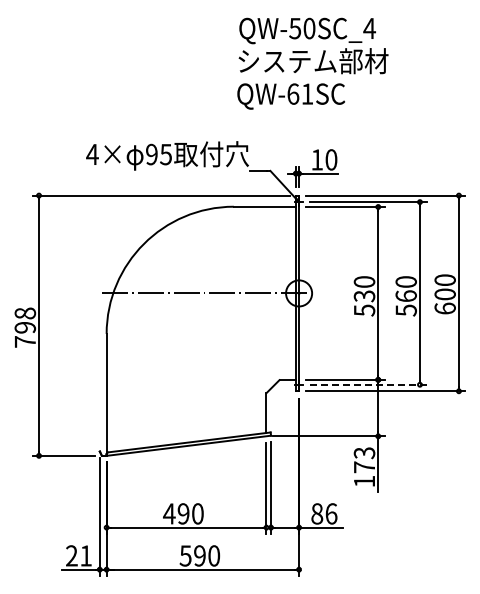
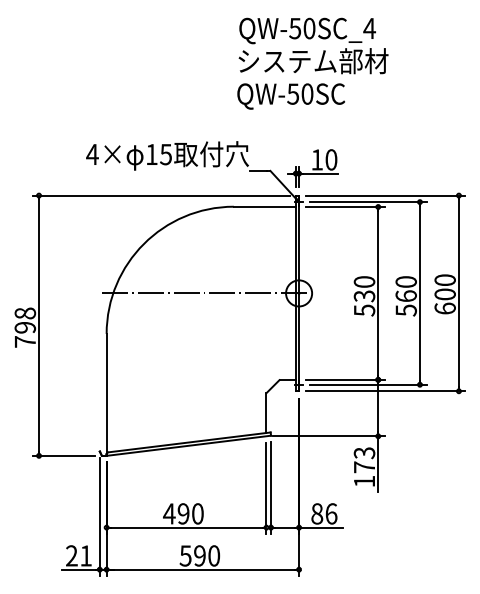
text at (300, 93): QW-61SC -> QW-50SC
text at (151, 154): 95 -> 15
line at (368, 384): dashed -> solid
